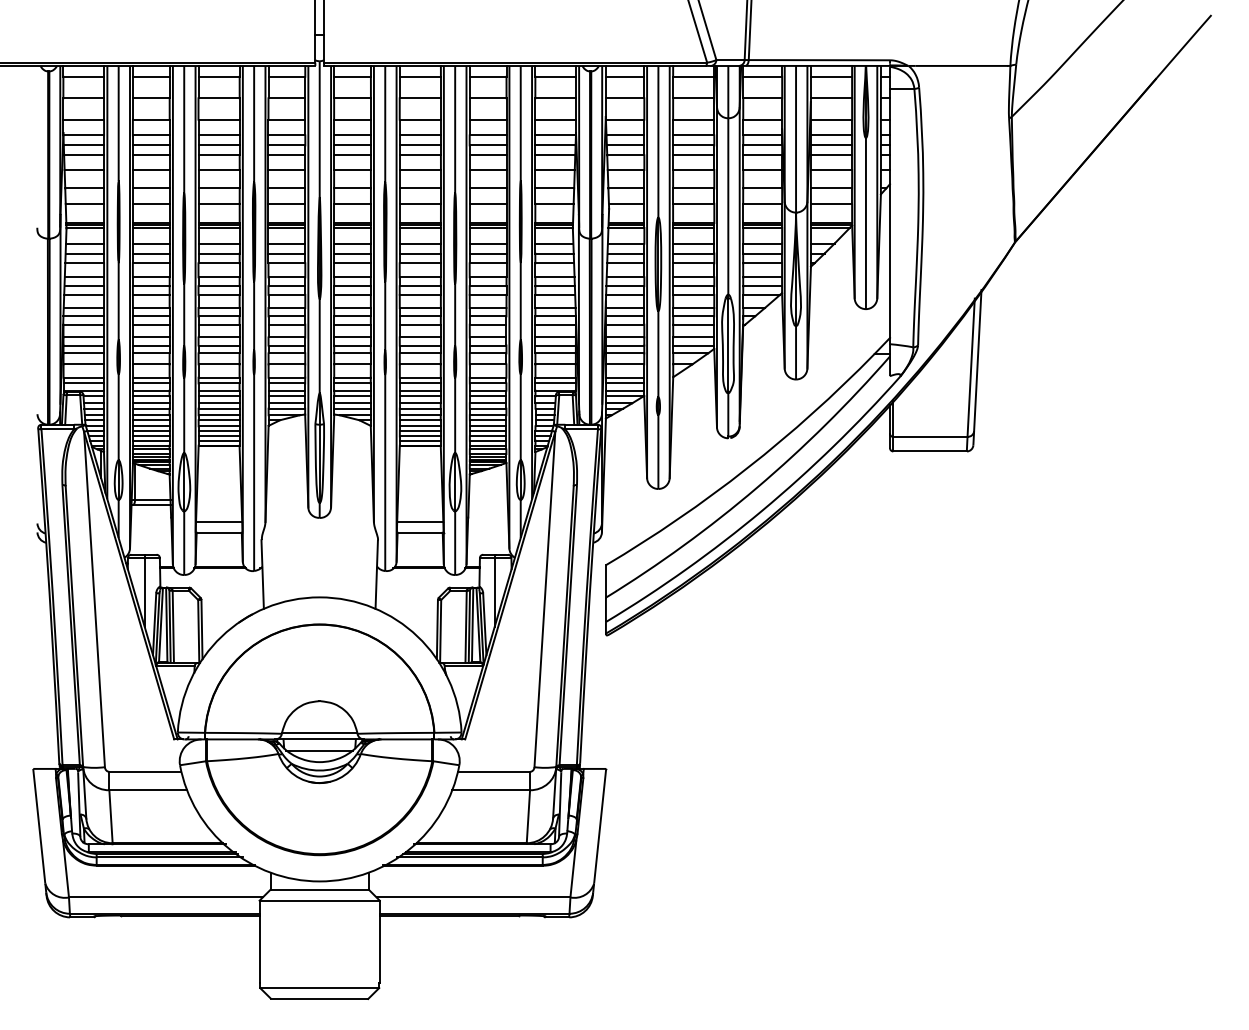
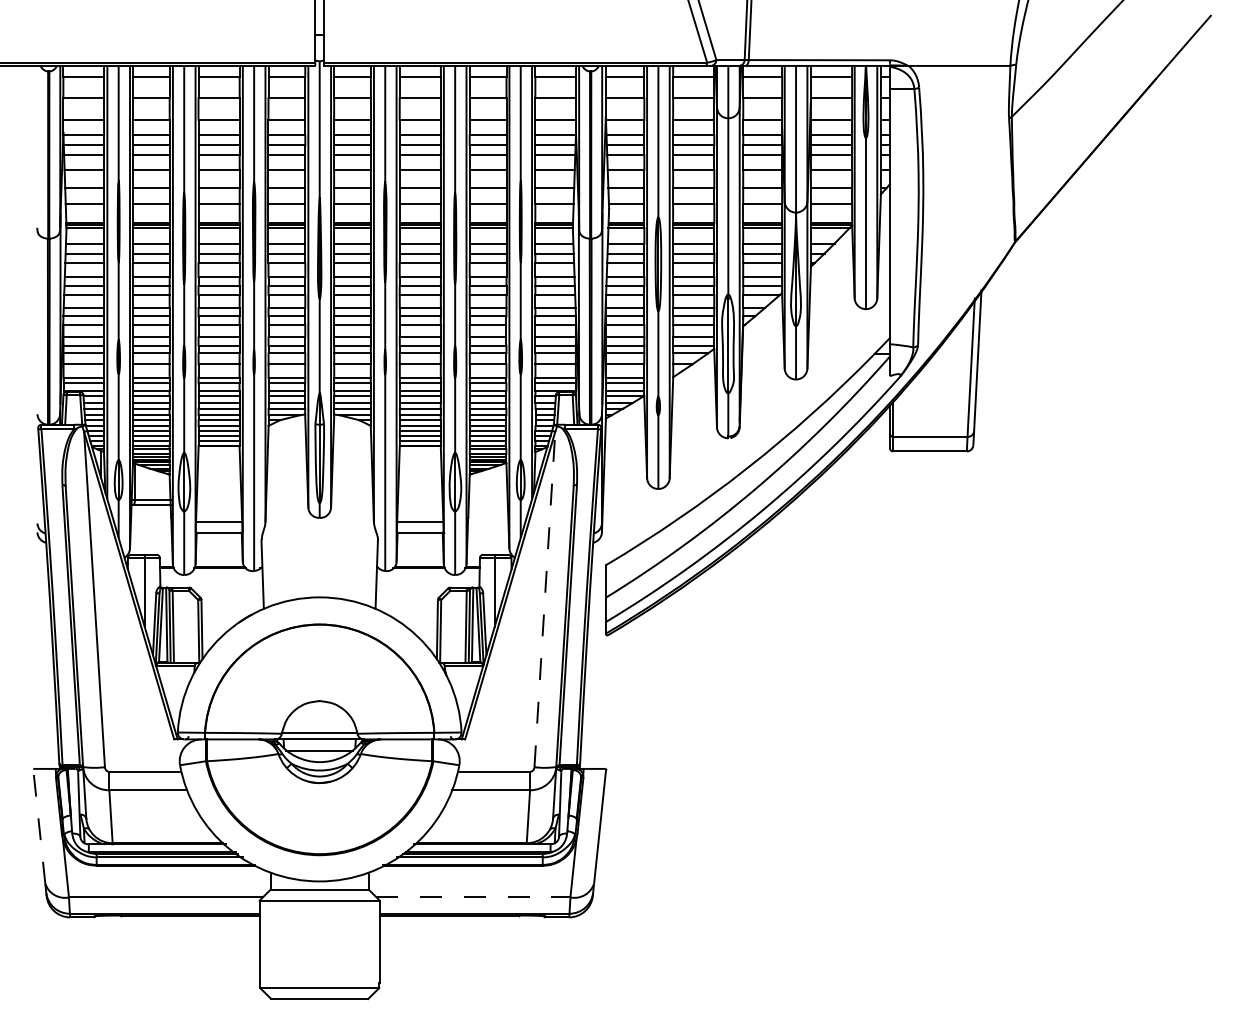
line at (544, 599): solid -> dashed
line at (39, 825): solid -> dashed
line at (473, 897): solid -> dashed
